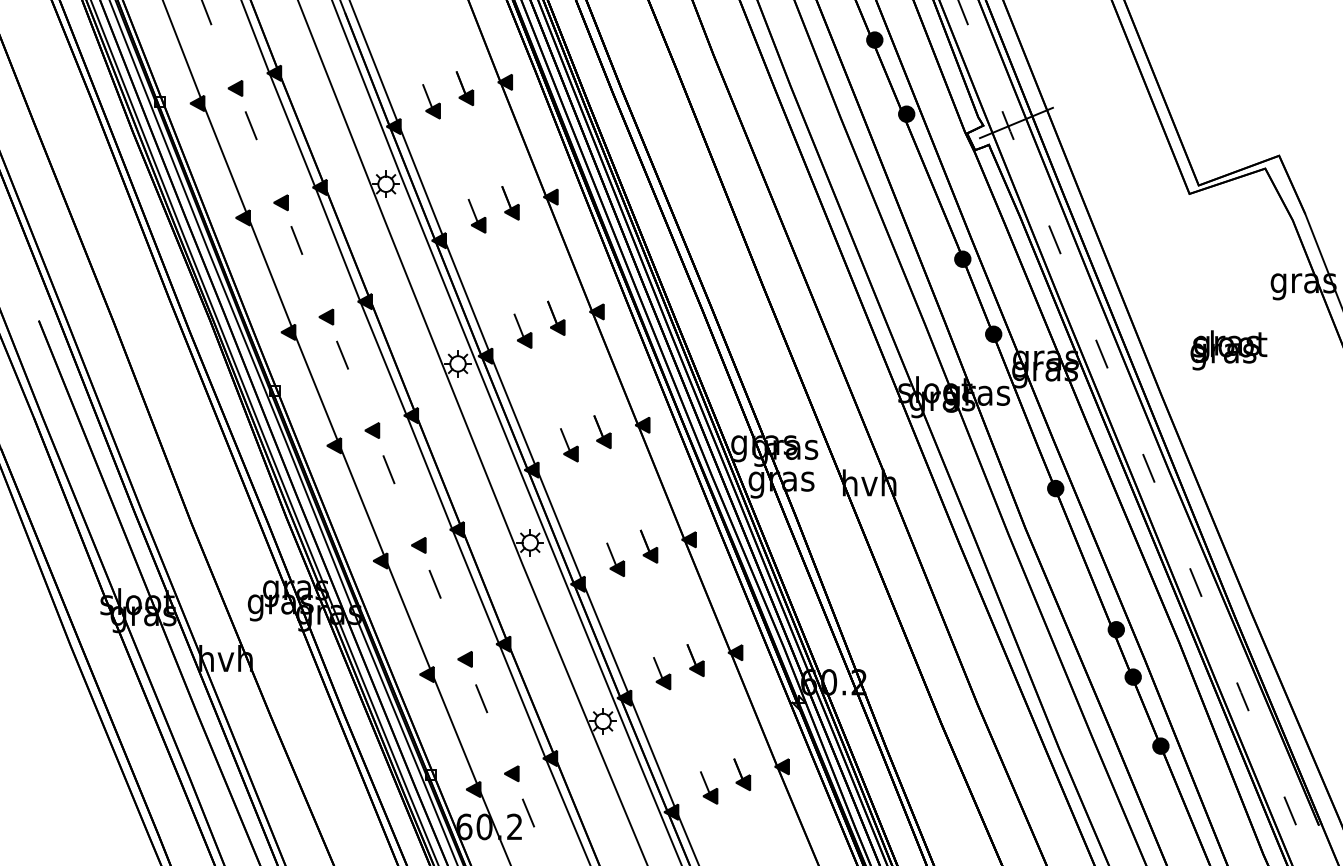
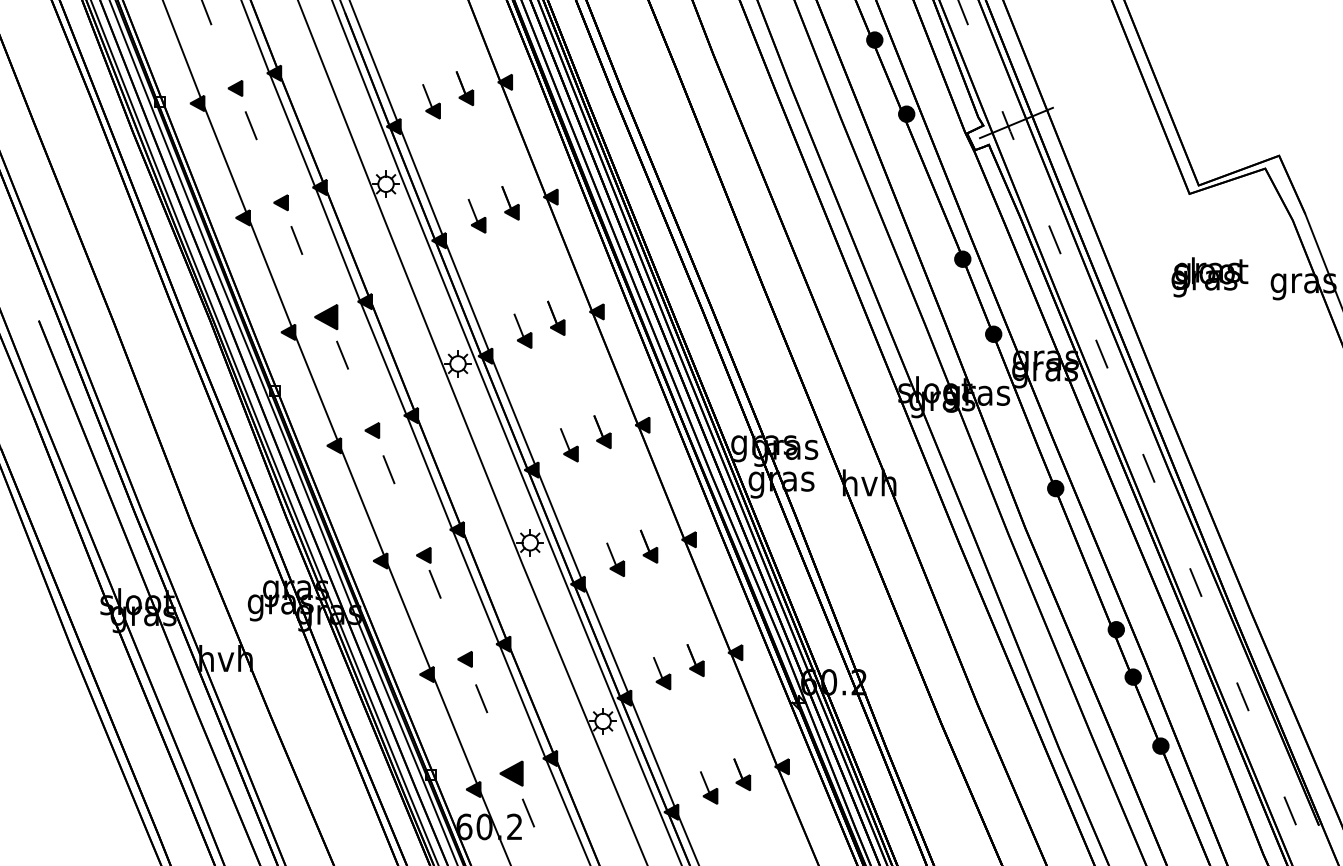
part at (326, 316) size: 17x18 px -> 25x27 px
text at (1228, 350) position: (1228, 350) -> (1209, 277)
part at (418, 545) position: (418, 545) -> (423, 555)
part at (511, 773) size: 16x18 px -> 25x27 px
